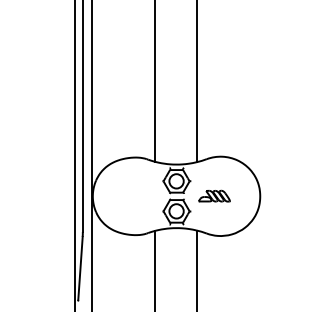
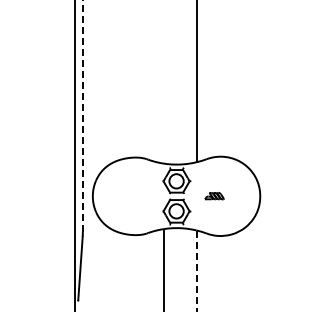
line at (155, 81): present -> none
line at (82, 116): solid -> dashed
line at (92, 155): present -> none
part at (214, 195) size: 33x14 px -> 21x9 px
line at (155, 269) position: (155, 269) -> (164, 269)
line at (197, 271): solid -> dashed
